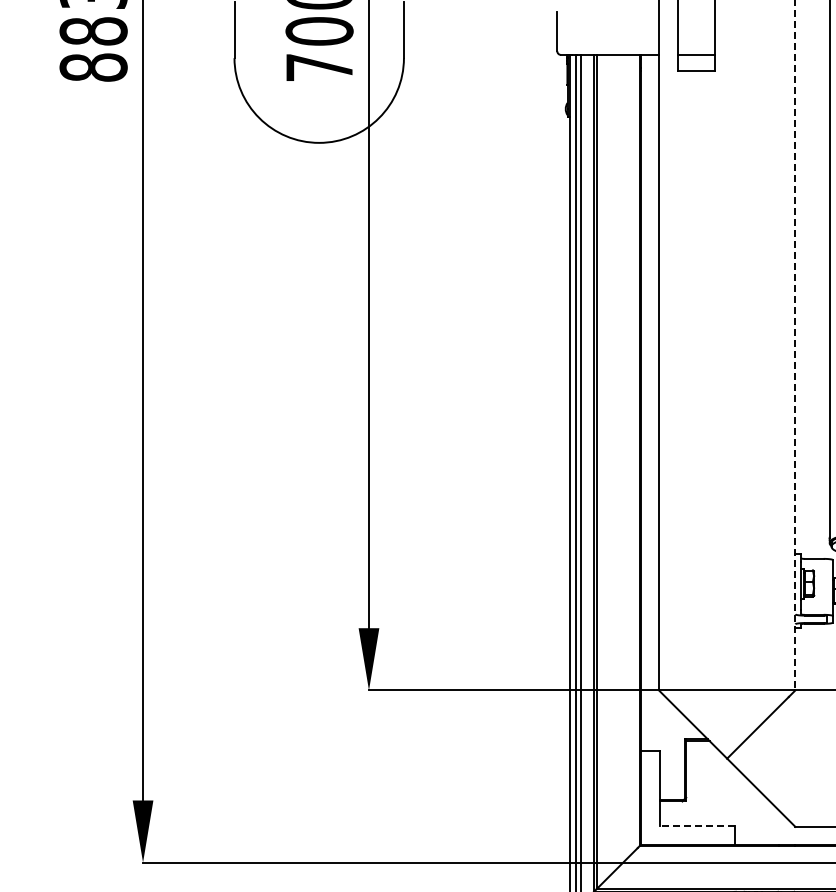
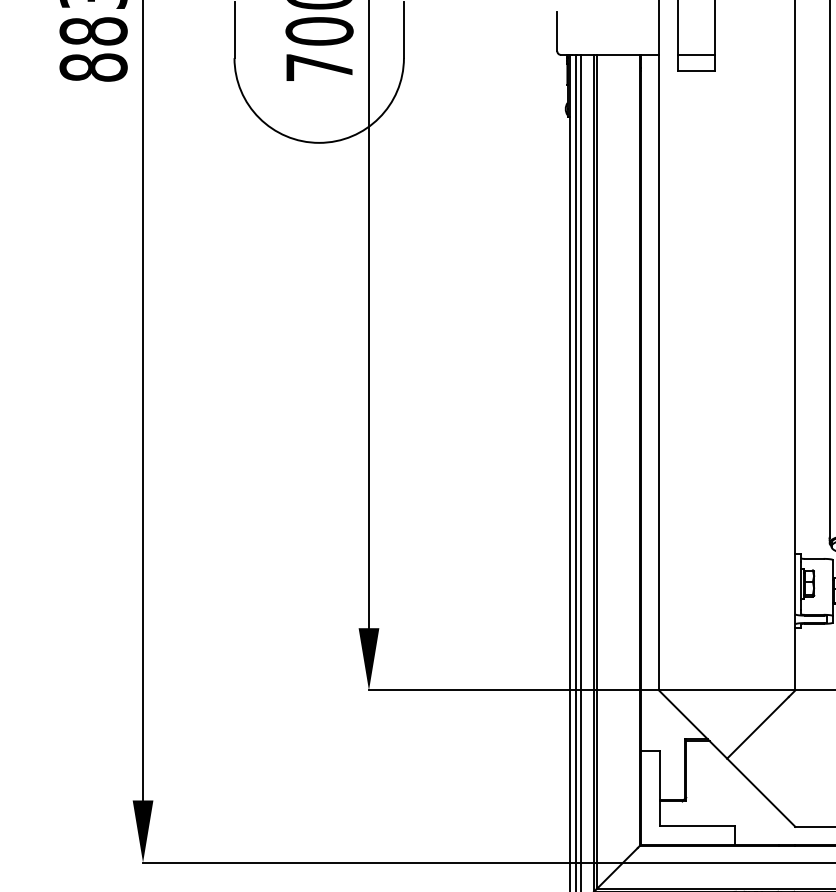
line at (795, 345): dashed -> solid
line at (697, 826): dashed -> solid
